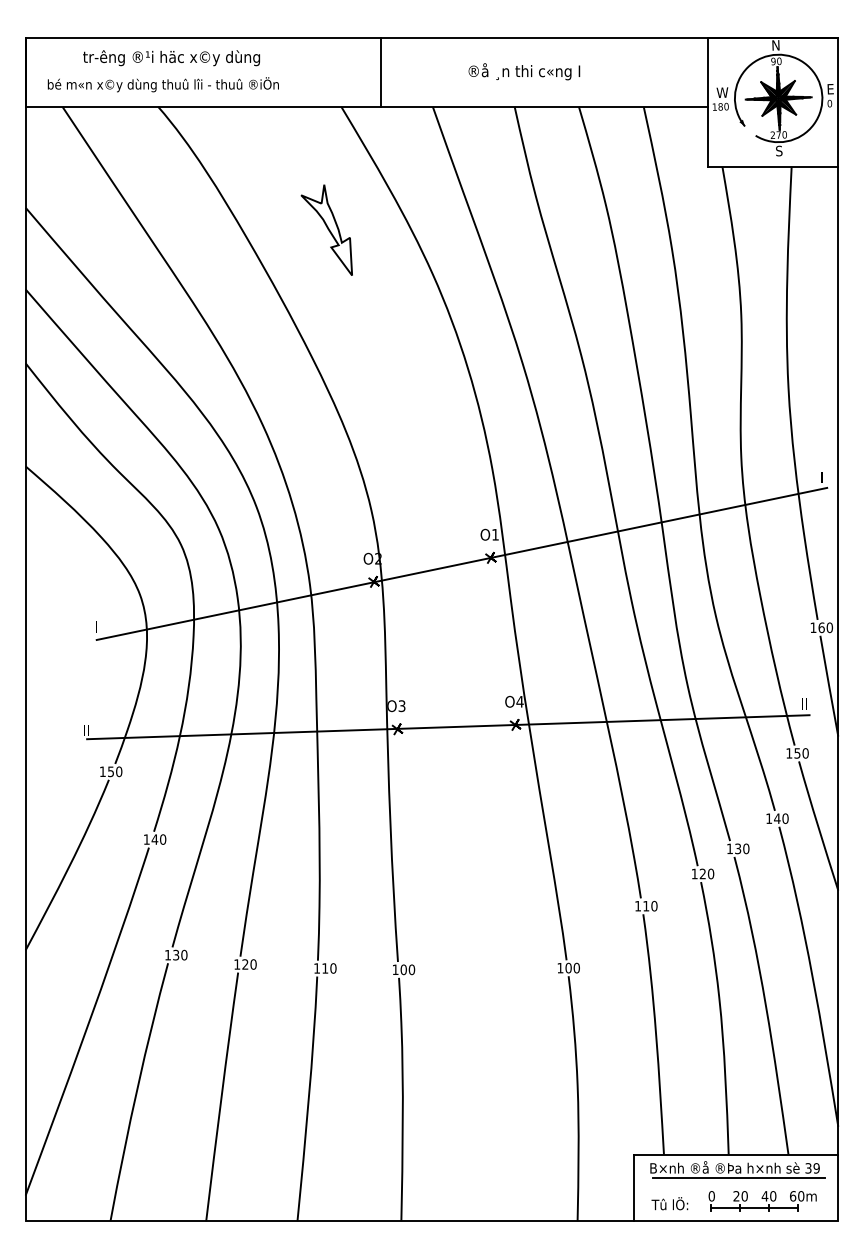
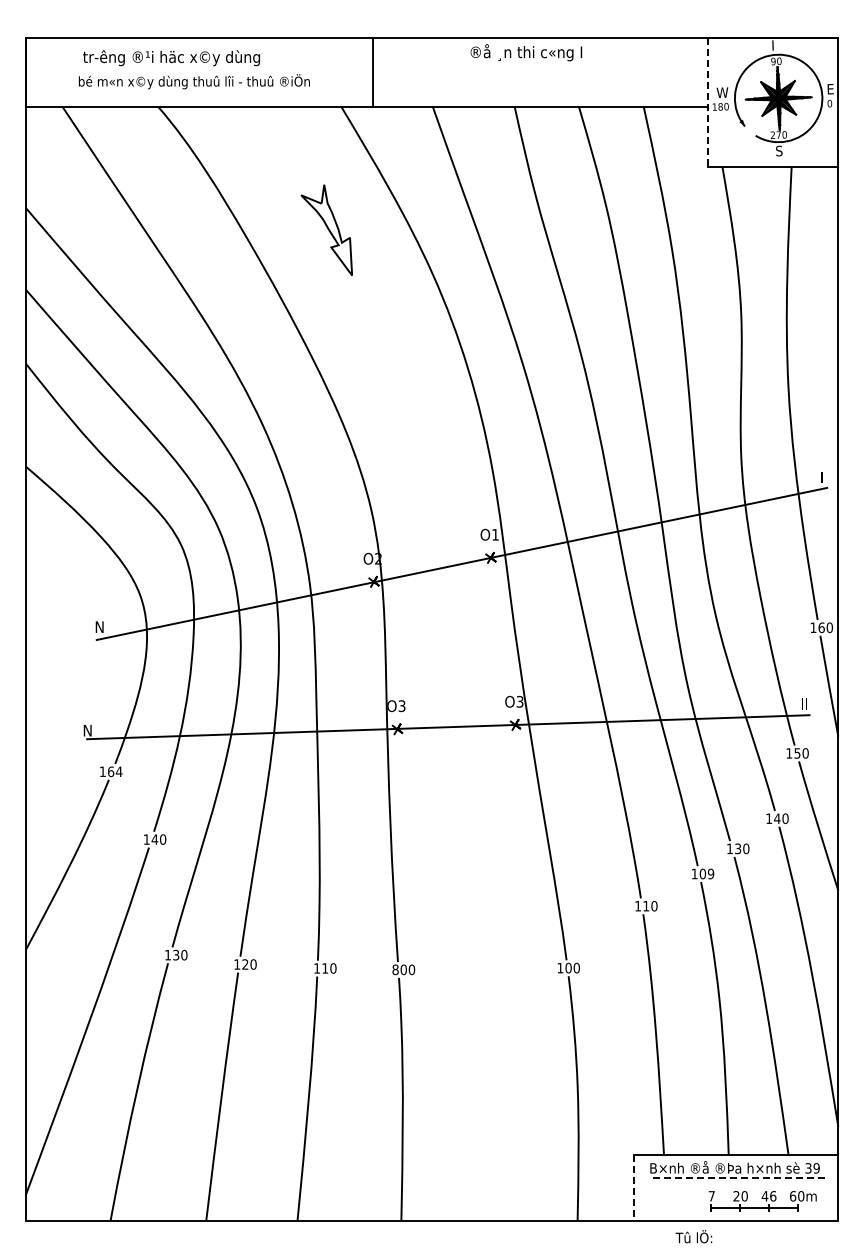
text at (776, 45): N -> I
line at (381, 71) position: (381, 71) -> (373, 71)
text at (524, 71) position: (524, 71) -> (526, 52)
text at (162, 84) position: (162, 84) -> (193, 81)
line at (707, 102): solid -> dashed
text at (99, 626): I -> N
text at (519, 701): O4 -> O3
text at (87, 730): II -> N
text at (114, 771): 150 -> 164
text at (706, 873): 120 -> 109
text at (395, 969): 100 -> 800
line at (738, 1178): solid -> dashed
line at (634, 1188): solid -> dashed
text at (711, 1196): 0 -> 7
text at (773, 1196): 40 -> 46
text at (669, 1203) position: (669, 1203) -> (693, 1236)
